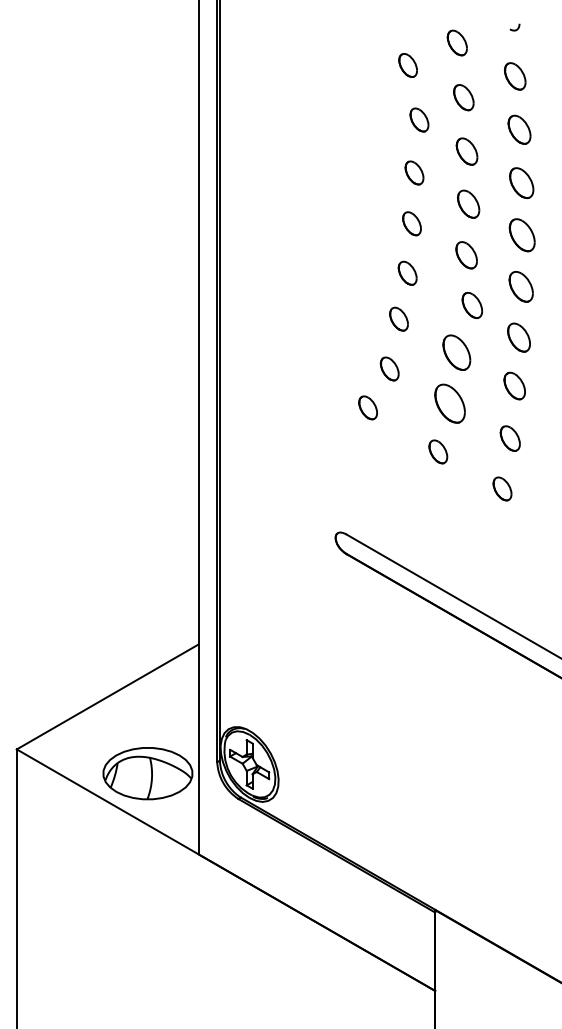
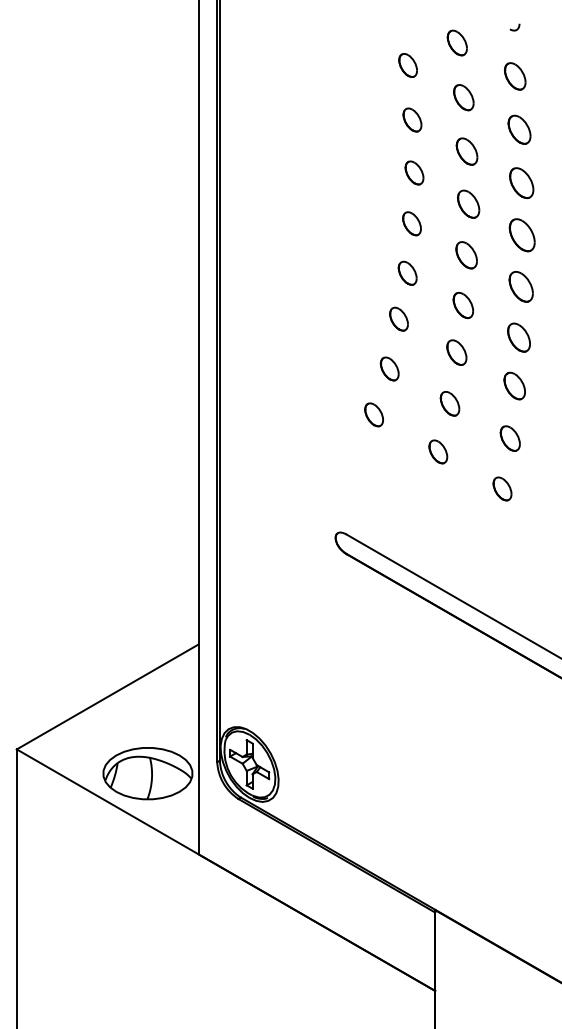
part at (419, 119) position: (419, 119) -> (412, 119)
part at (472, 305) position: (472, 305) -> (463, 305)
part at (456, 352) size: 30x37 px -> 22x27 px
part at (449, 403) size: 32x41 px -> 22x26 px
part at (367, 407) position: (367, 407) -> (373, 414)
